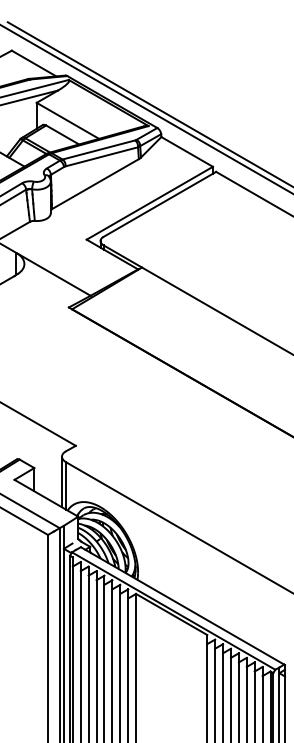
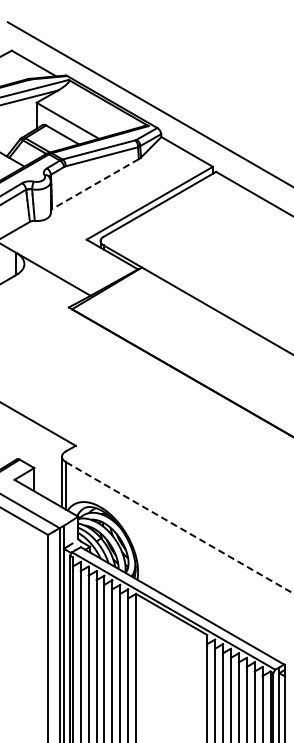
line at (146, 109): present -> none
line at (95, 184): solid -> dashed
line at (180, 528): solid -> dashed
